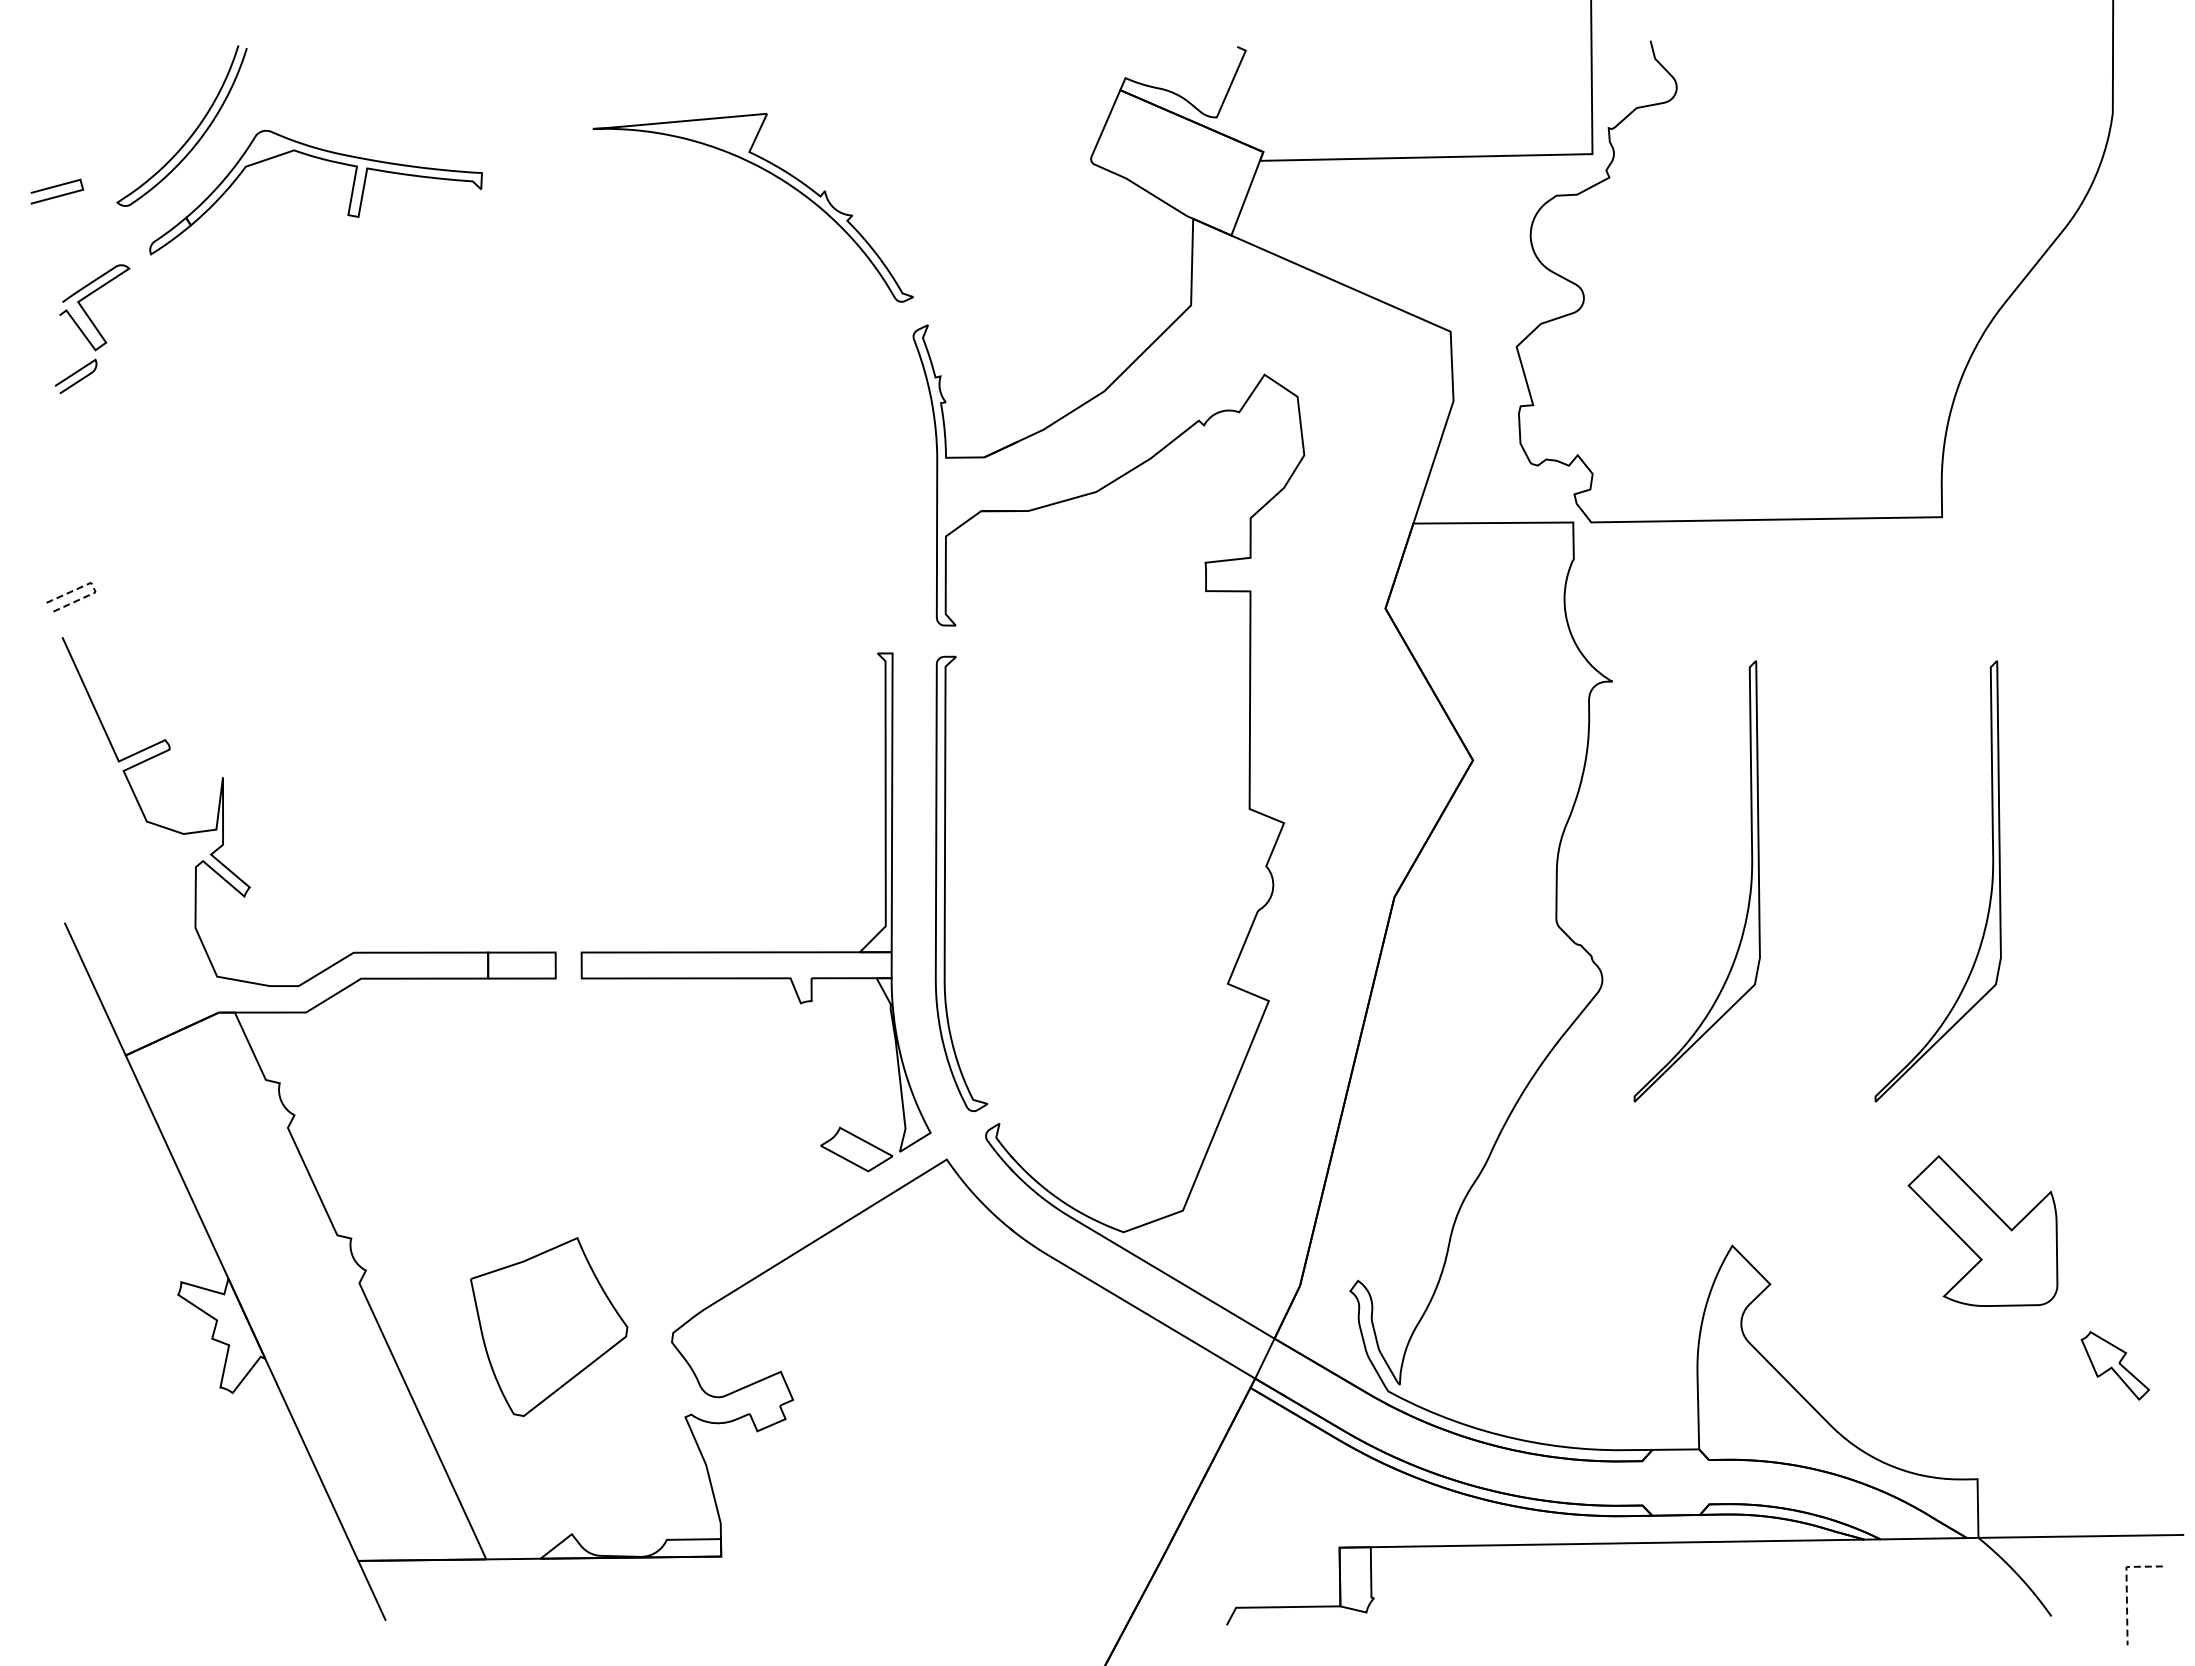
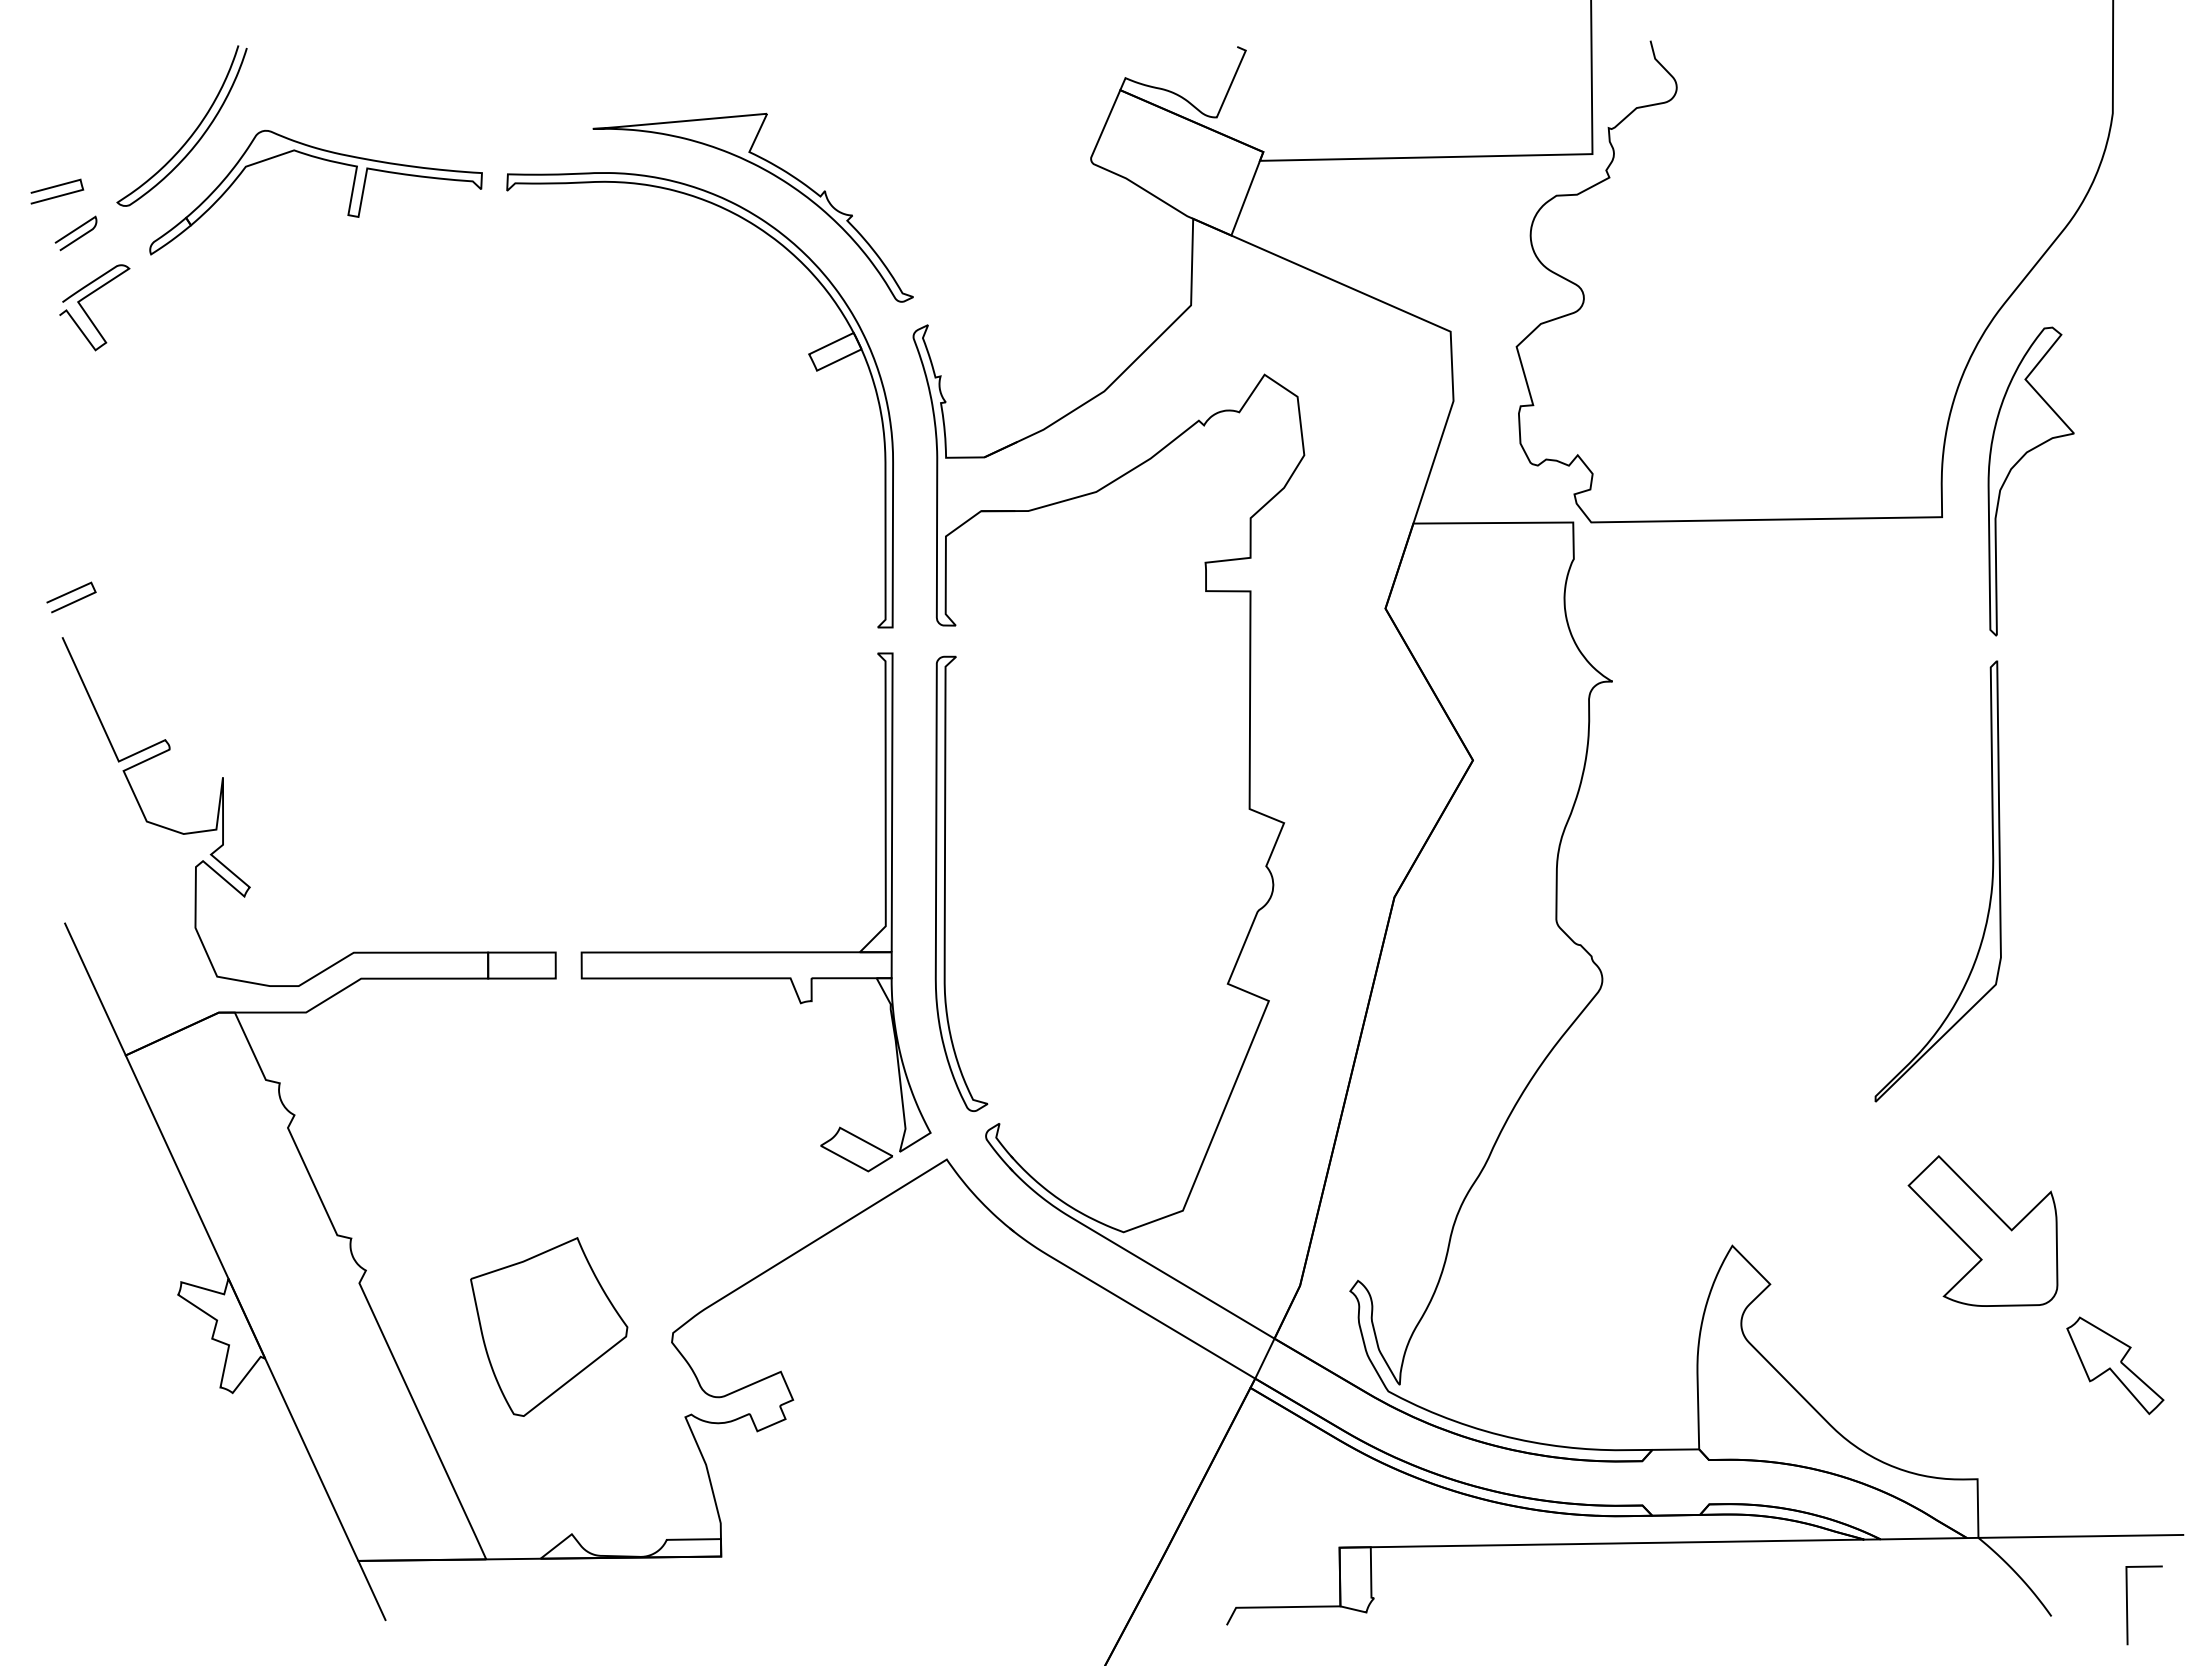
part at (808, 355): none -> present
curve at (74, 374) position: (74, 374) -> (74, 231)
part at (2014, 467): none -> present
line at (93, 587): dashed -> solid
part at (1749, 890): present -> none
part at (2115, 1365) size: 71x70 px -> 99x100 px
line at (2126, 1587): dashed -> solid
